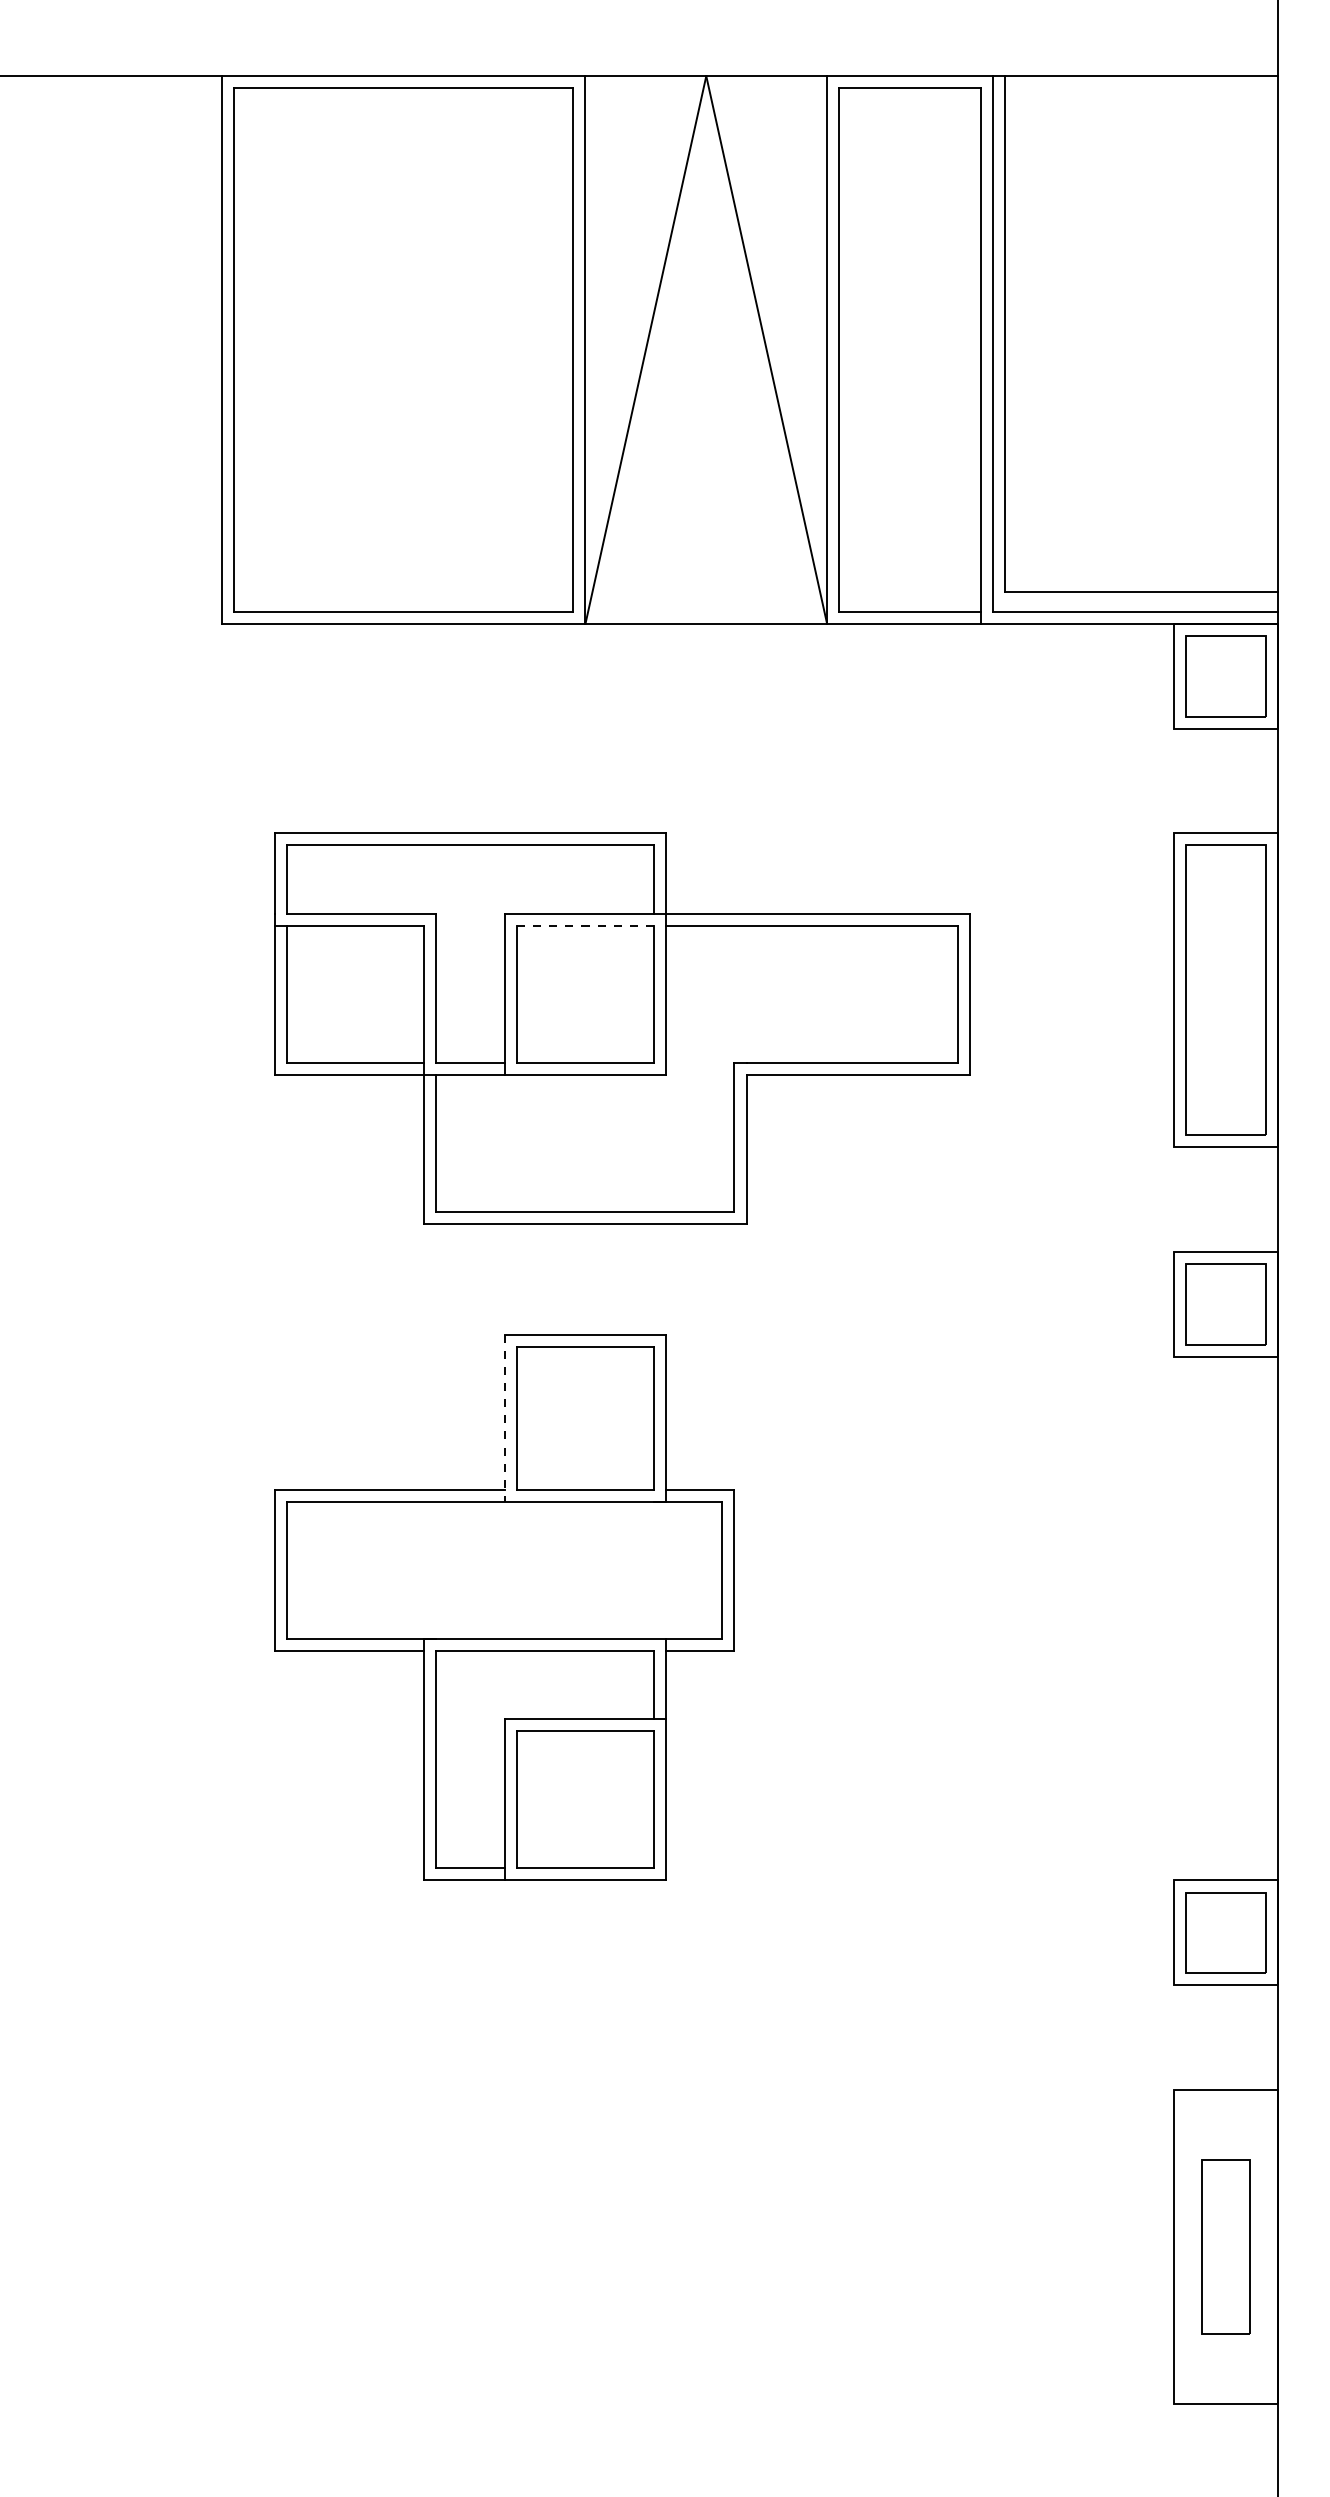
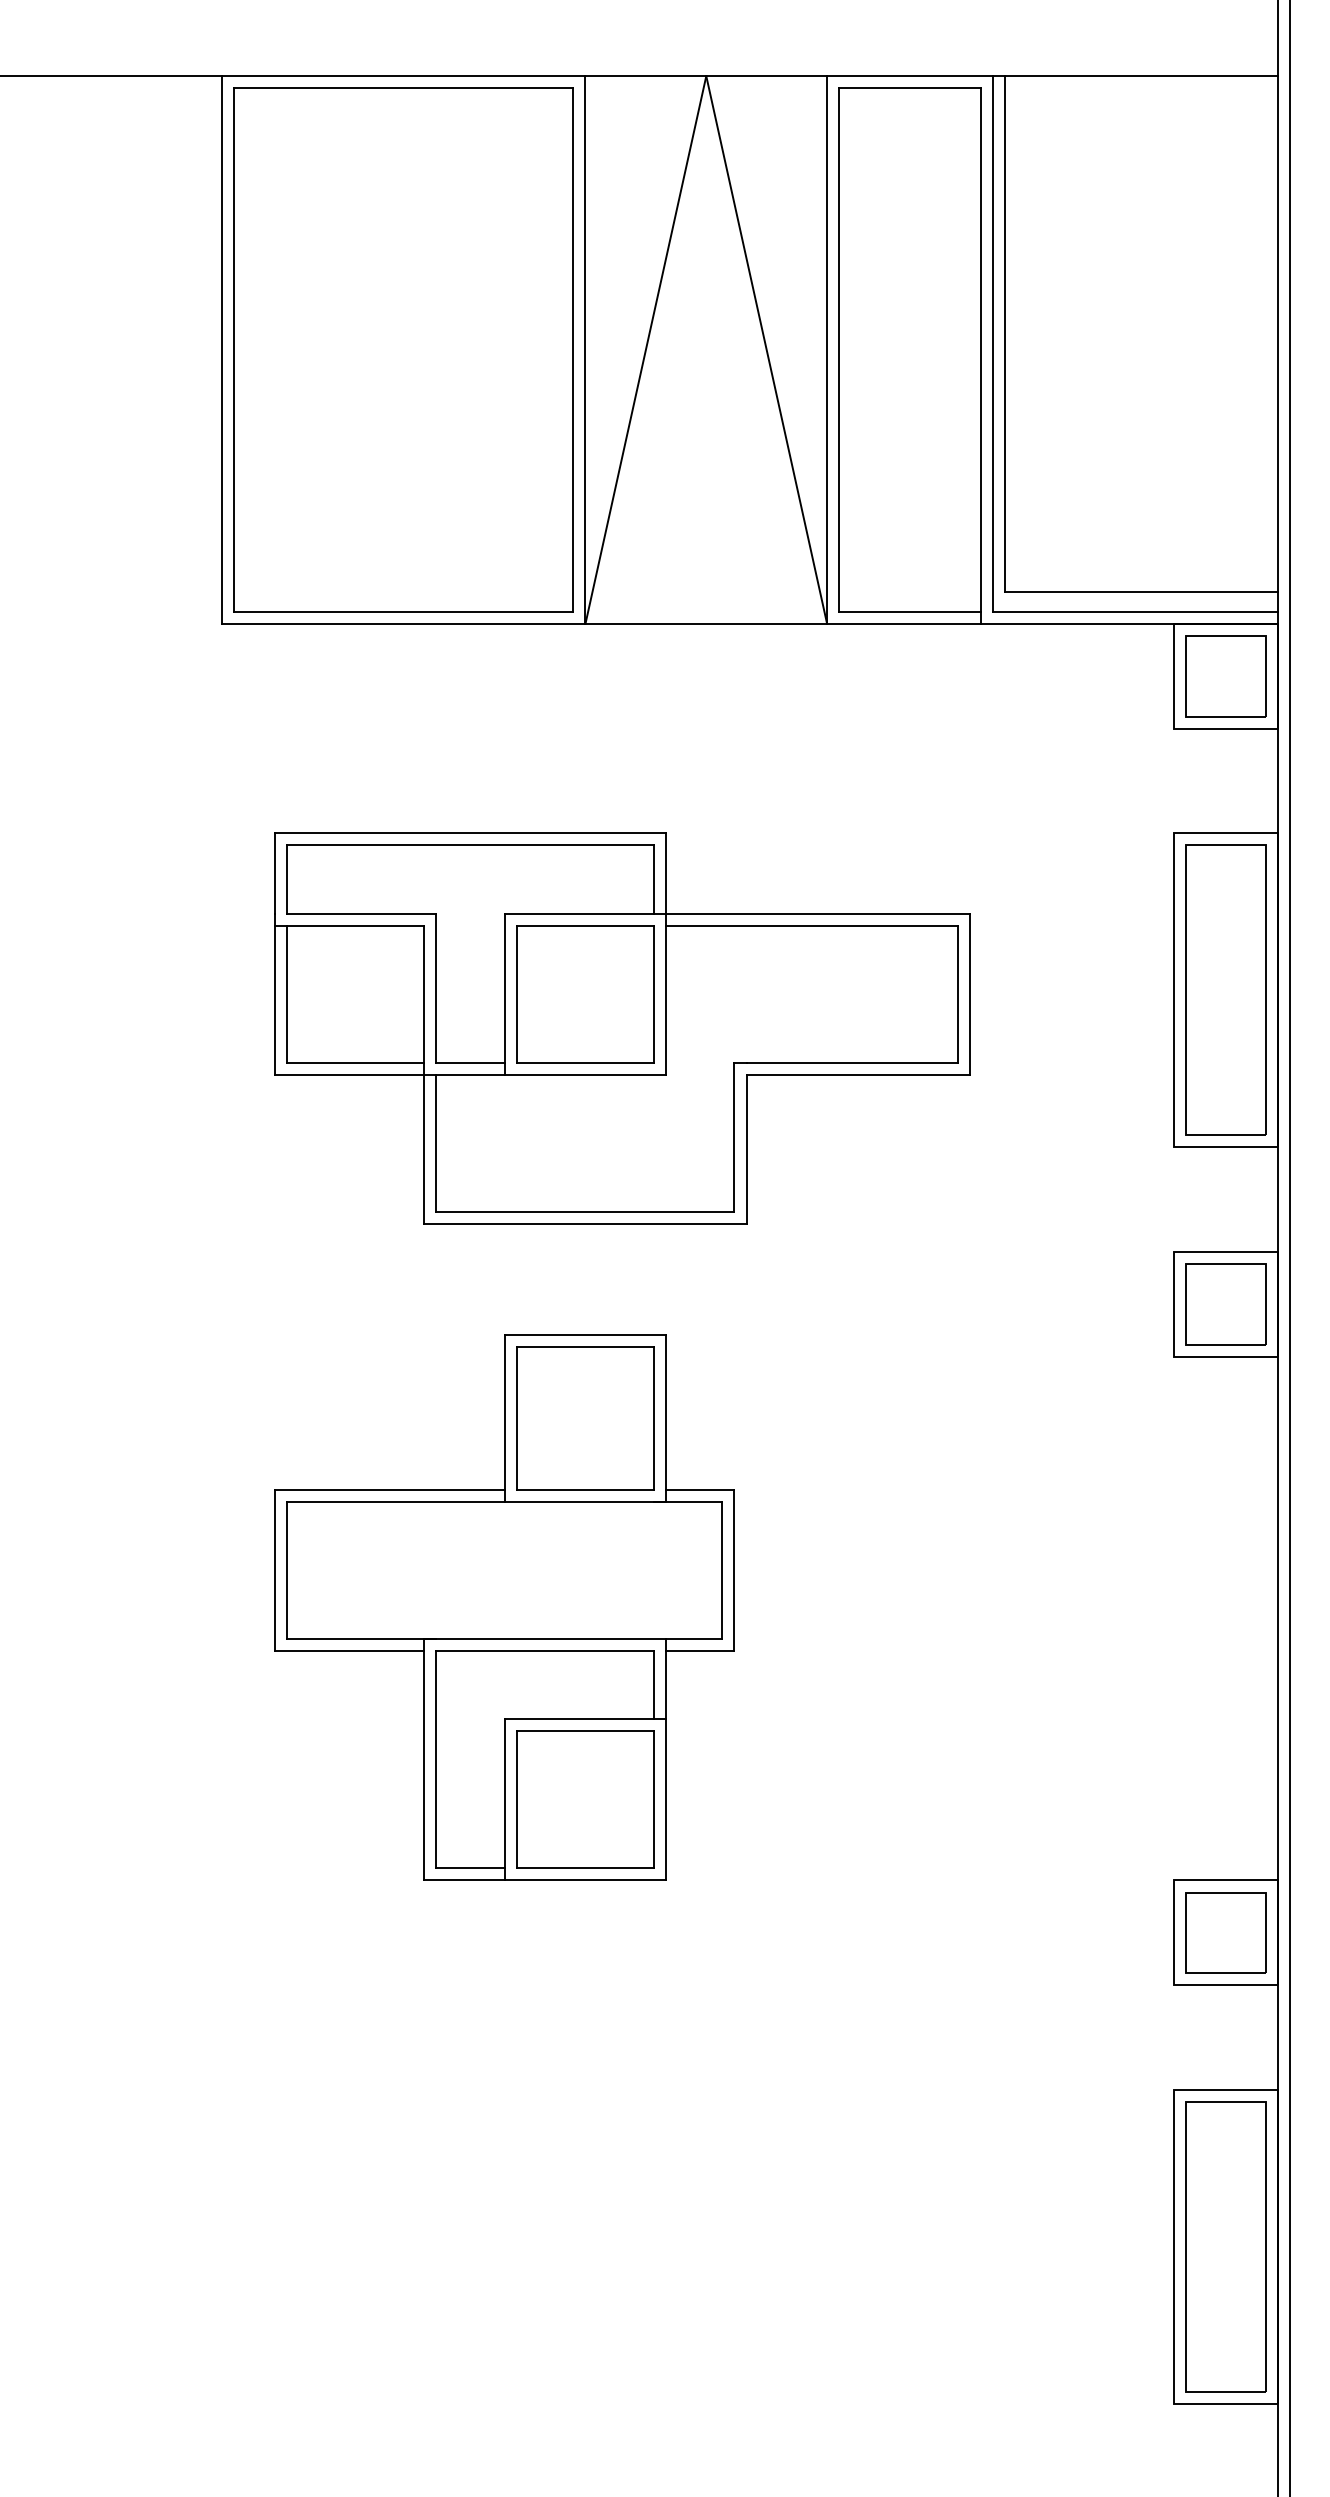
line at (584, 925): dashed -> solid
line at (1290, 1247): none -> present
line at (504, 1418): dashed -> solid
part at (1225, 2246) size: 50x176 px -> 82x292 px
